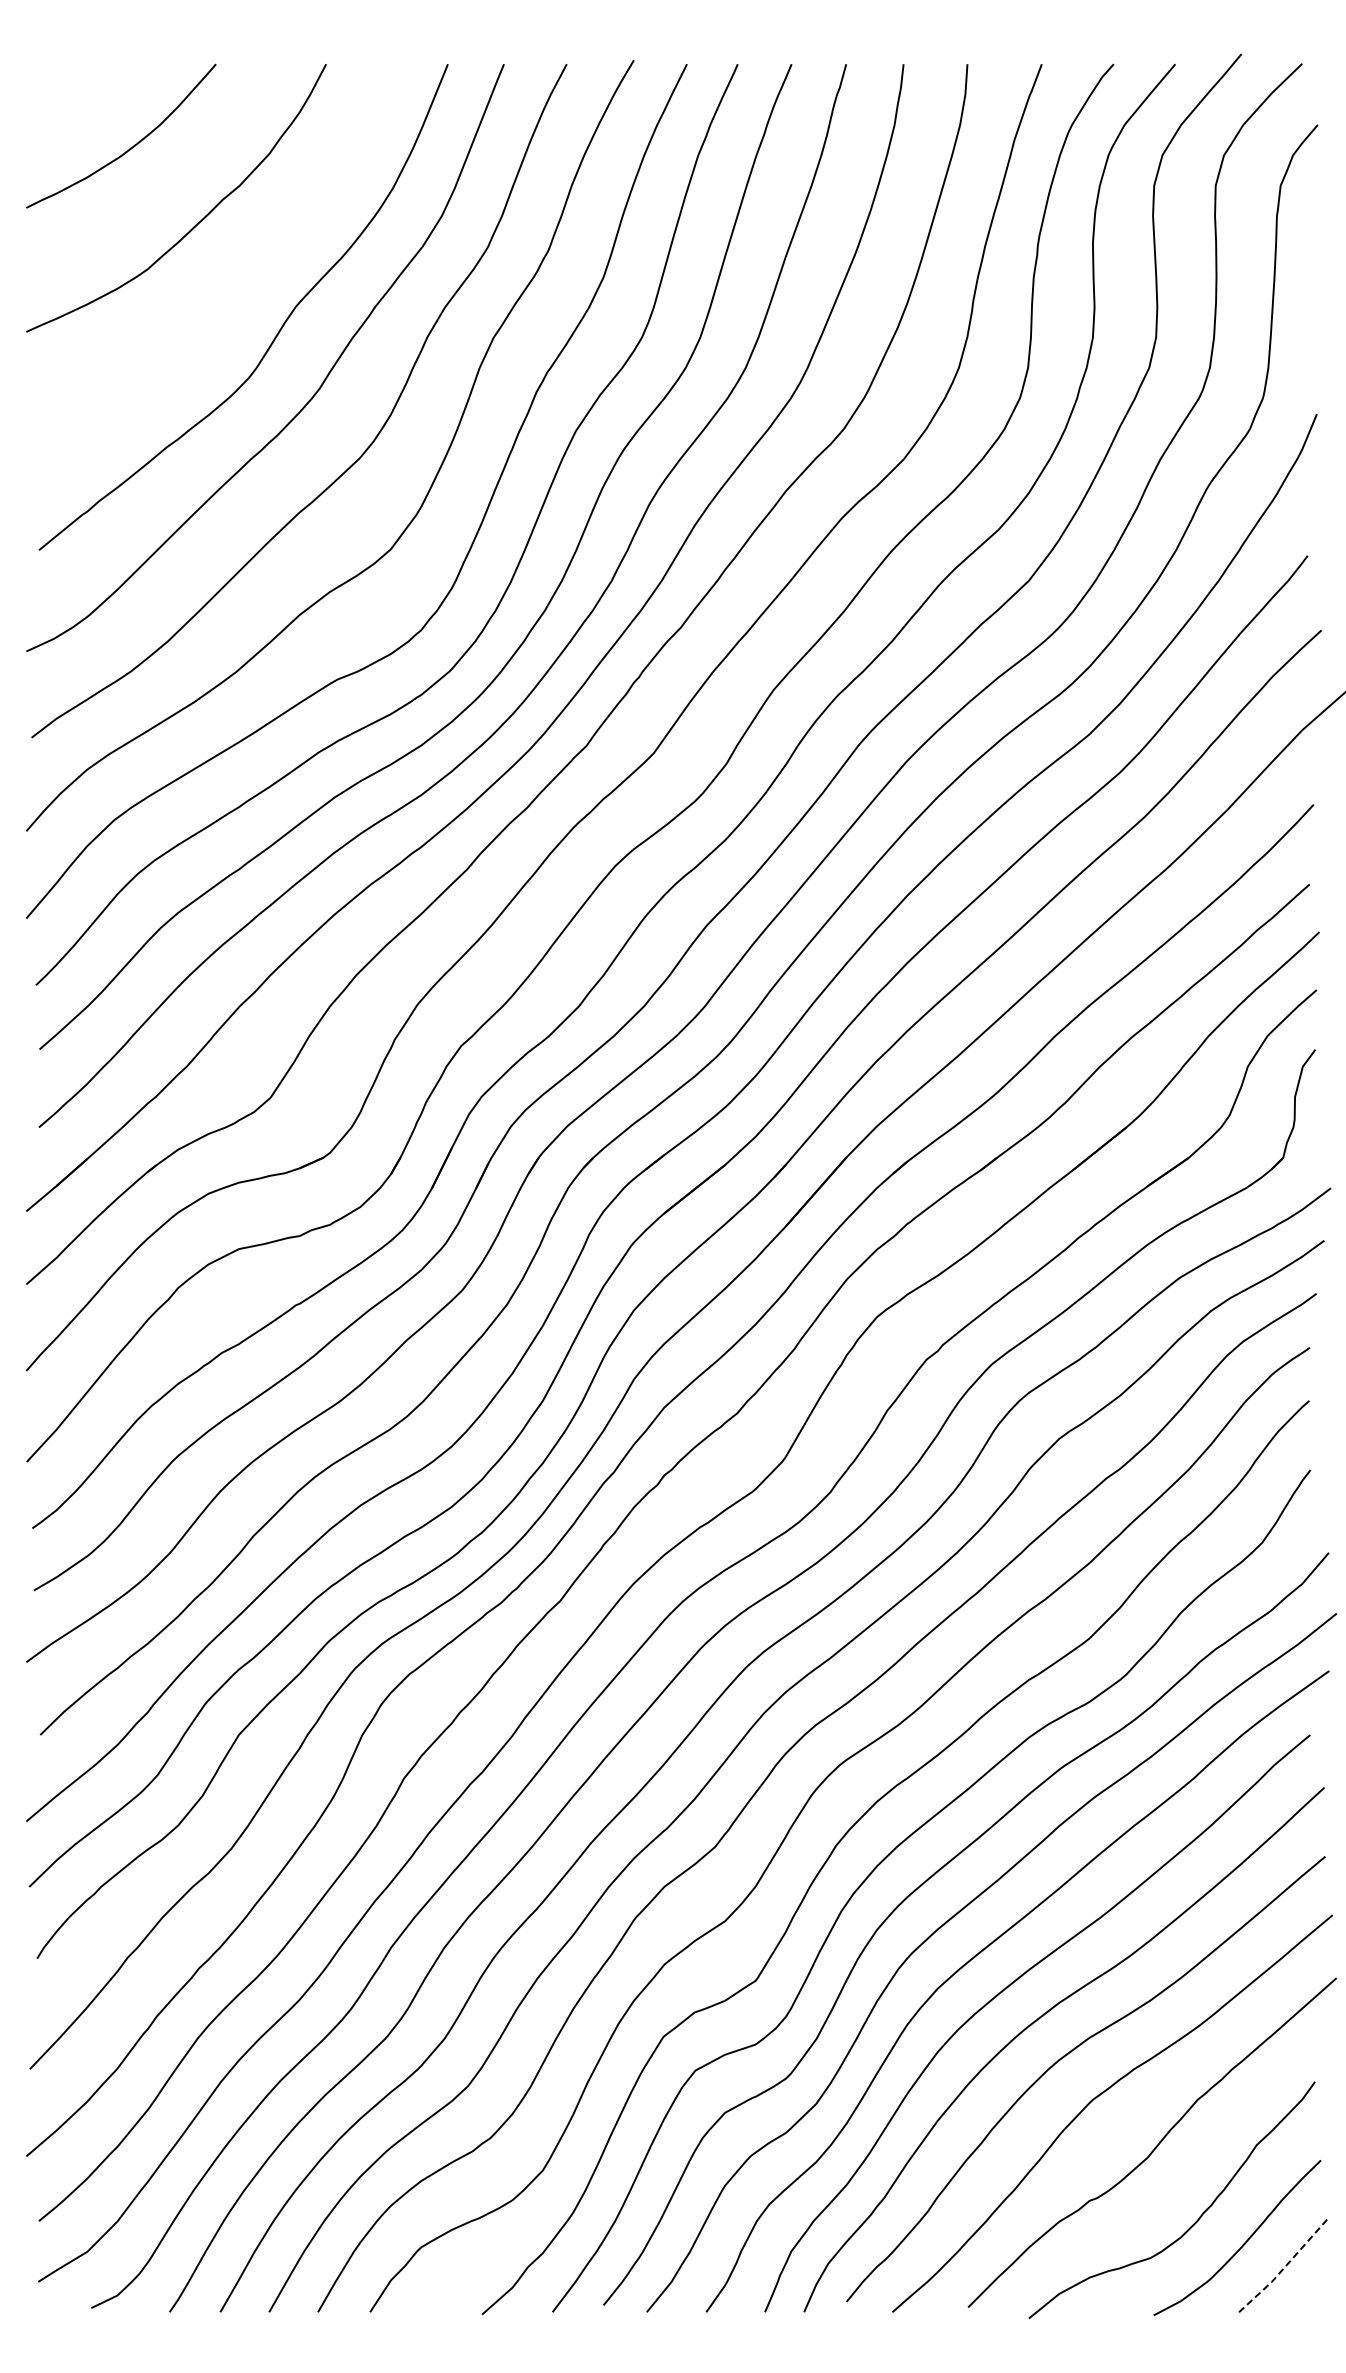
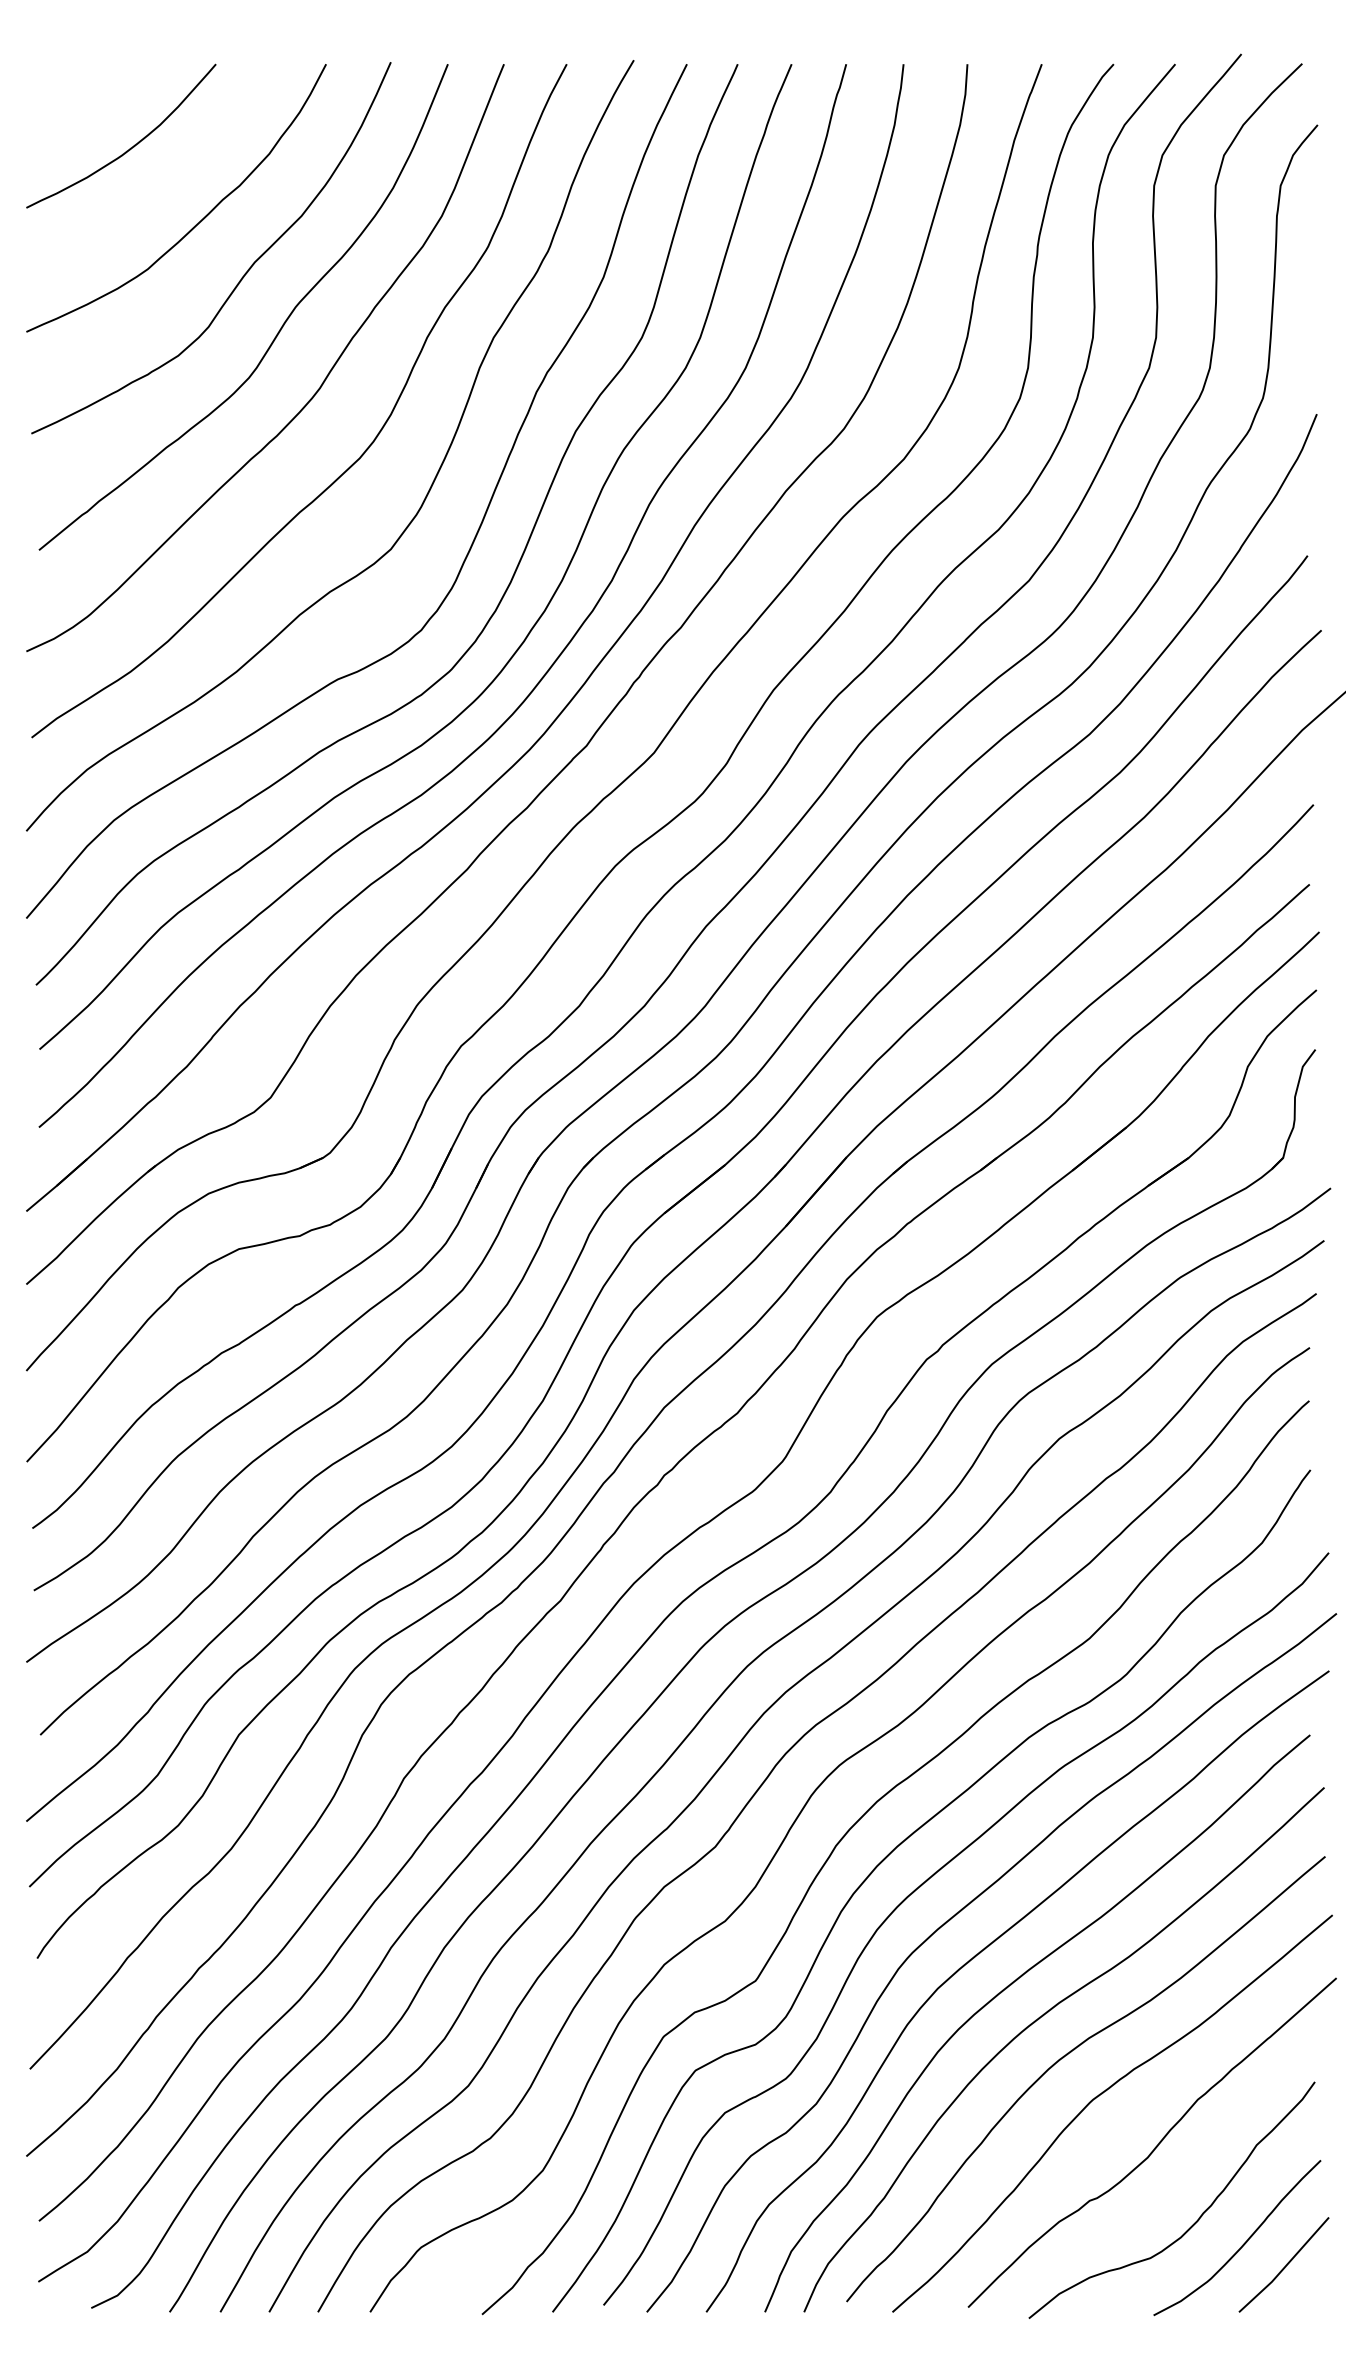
curve at (244, 273): none -> present
line at (1285, 2266): dashed -> solid
